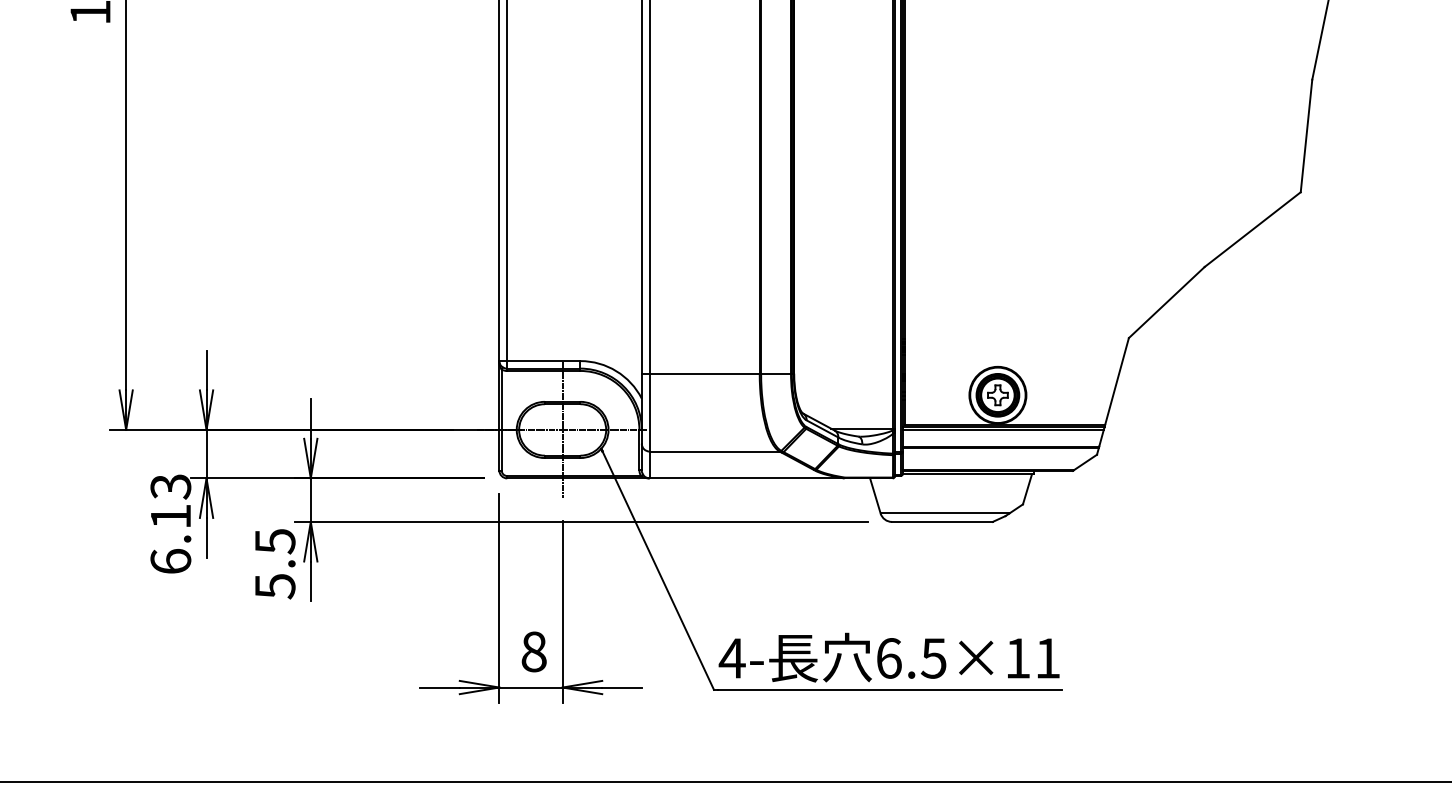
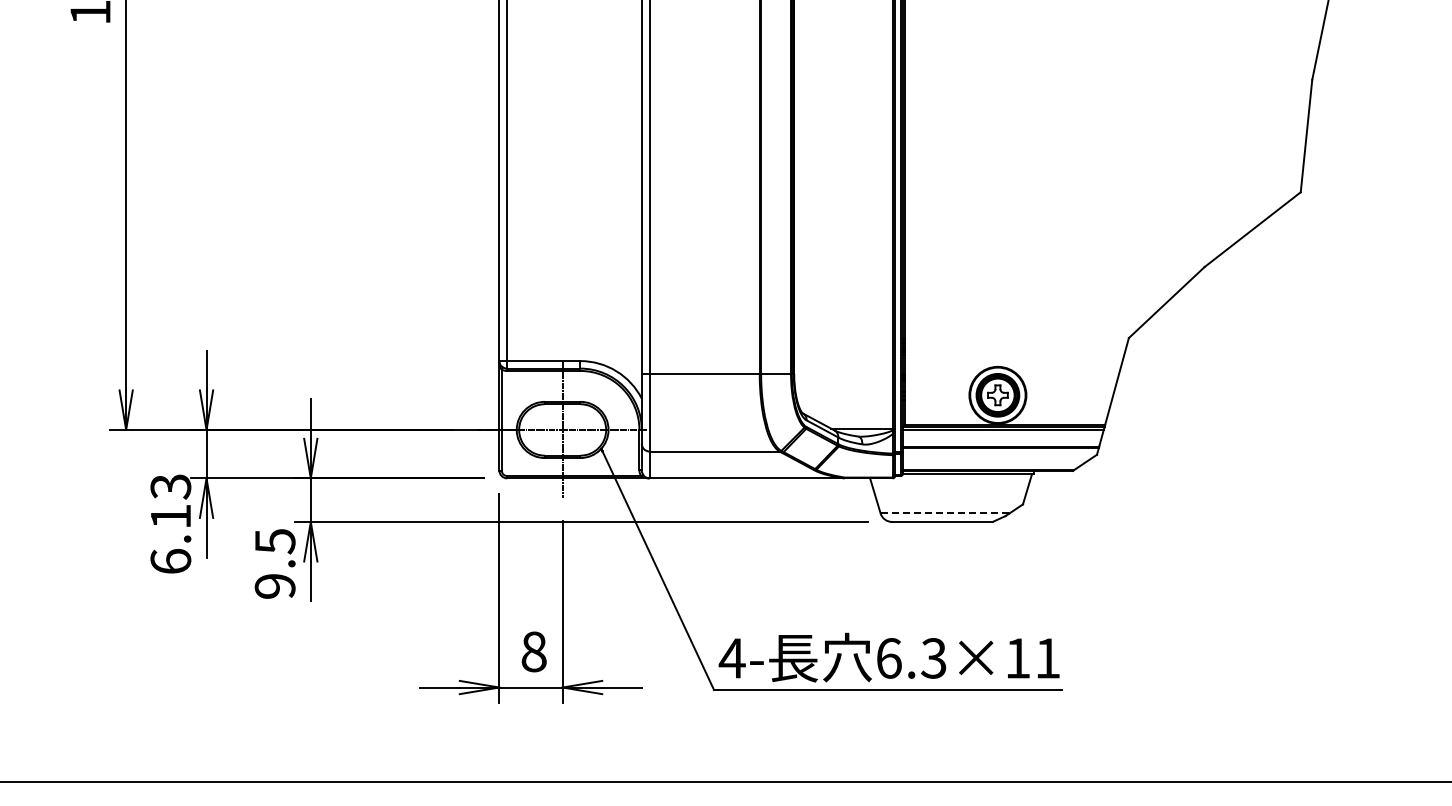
line at (944, 513): solid -> dashed
text at (274, 586): 5.5 -> 9.5
text at (933, 658): 6.5×11 -> 6.3×11
